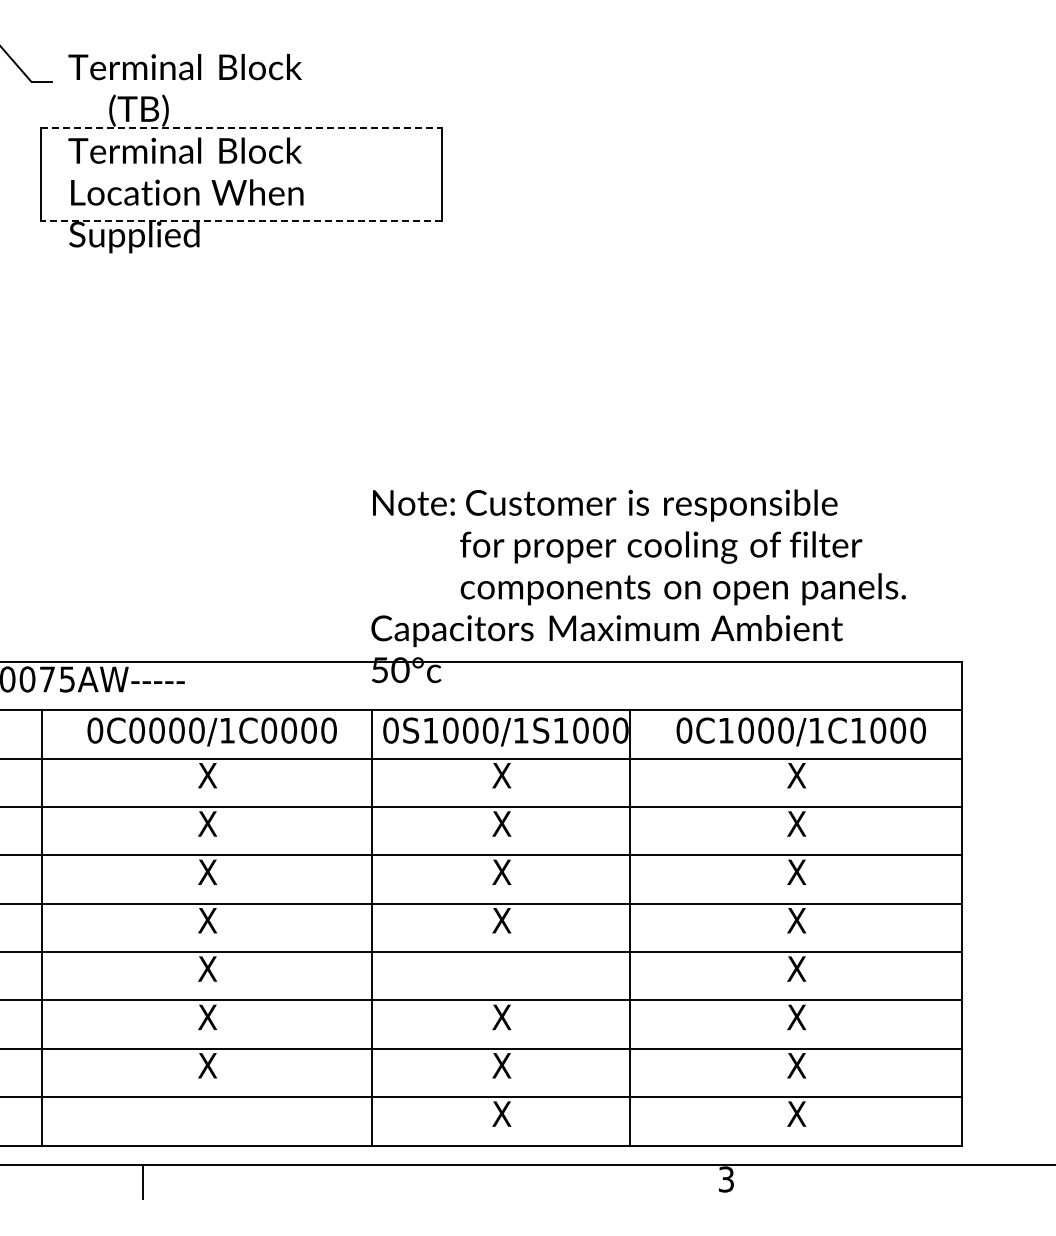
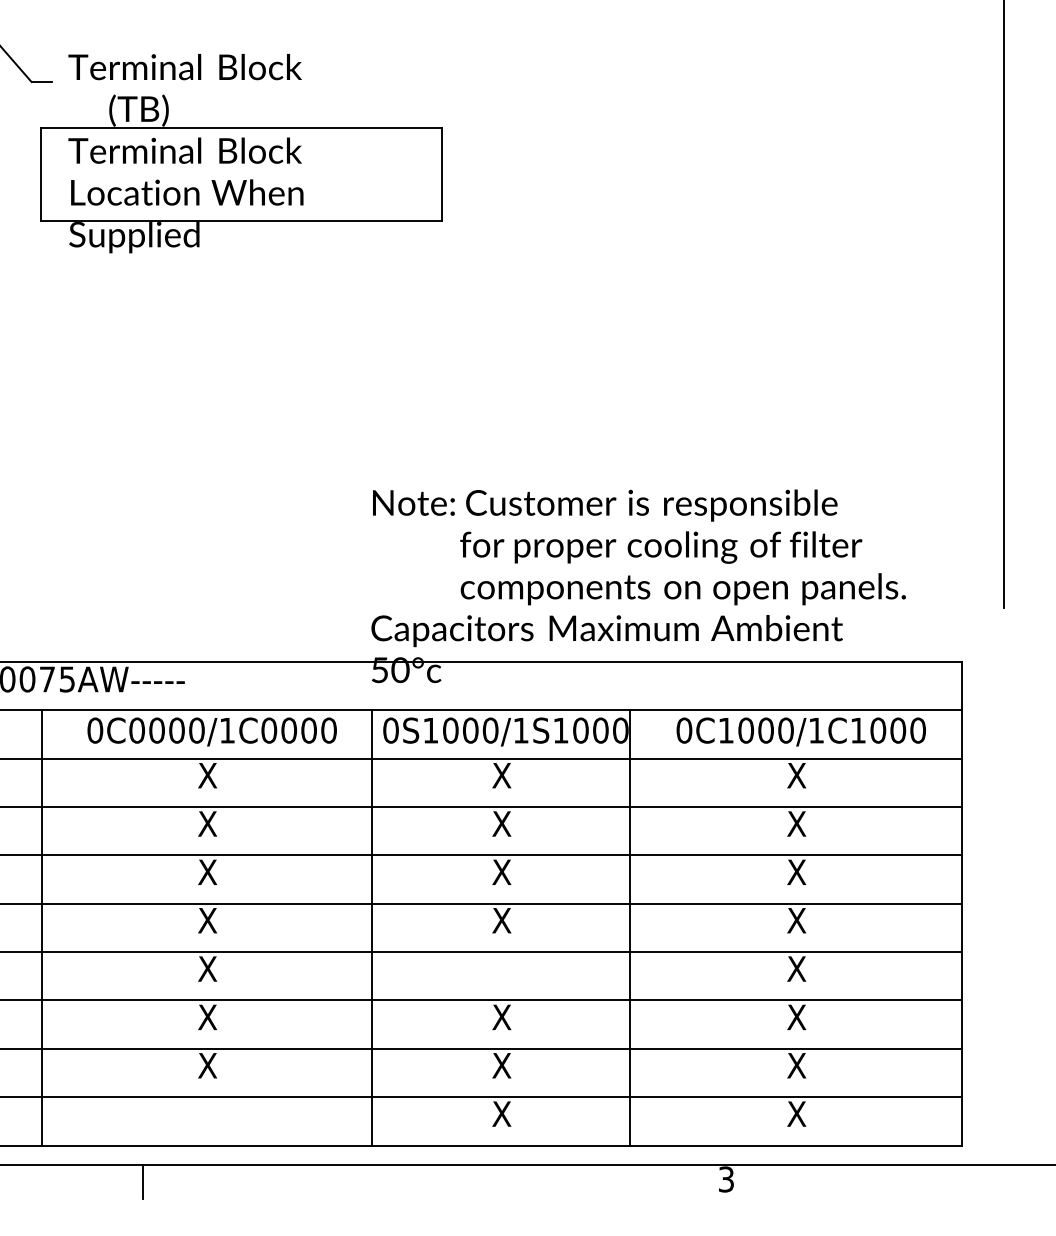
line at (241, 127): dashed -> solid
line at (240, 221): dashed -> solid
line at (1003, 305): none -> present
